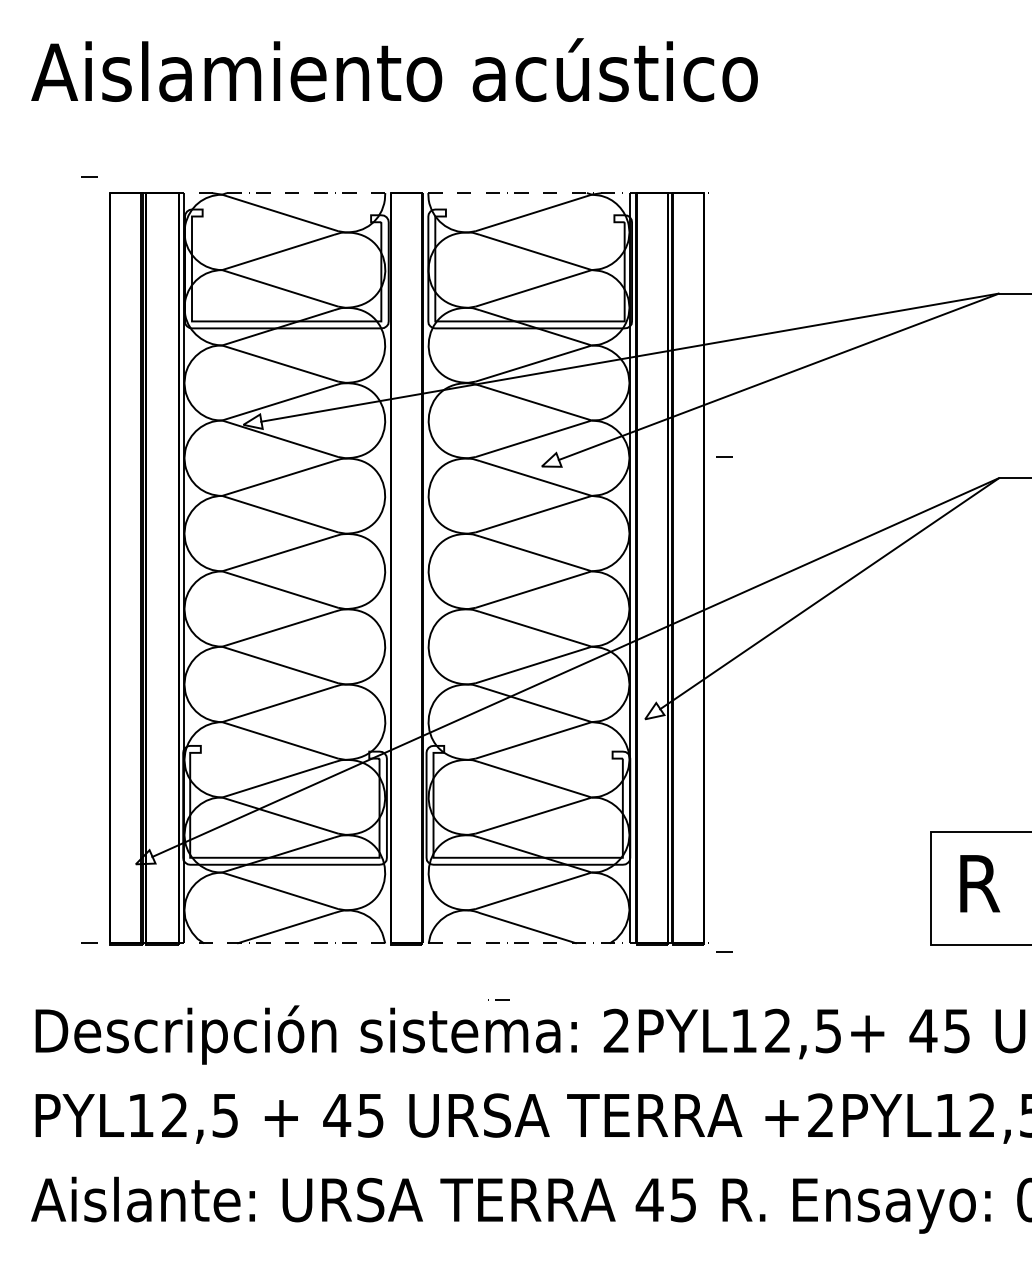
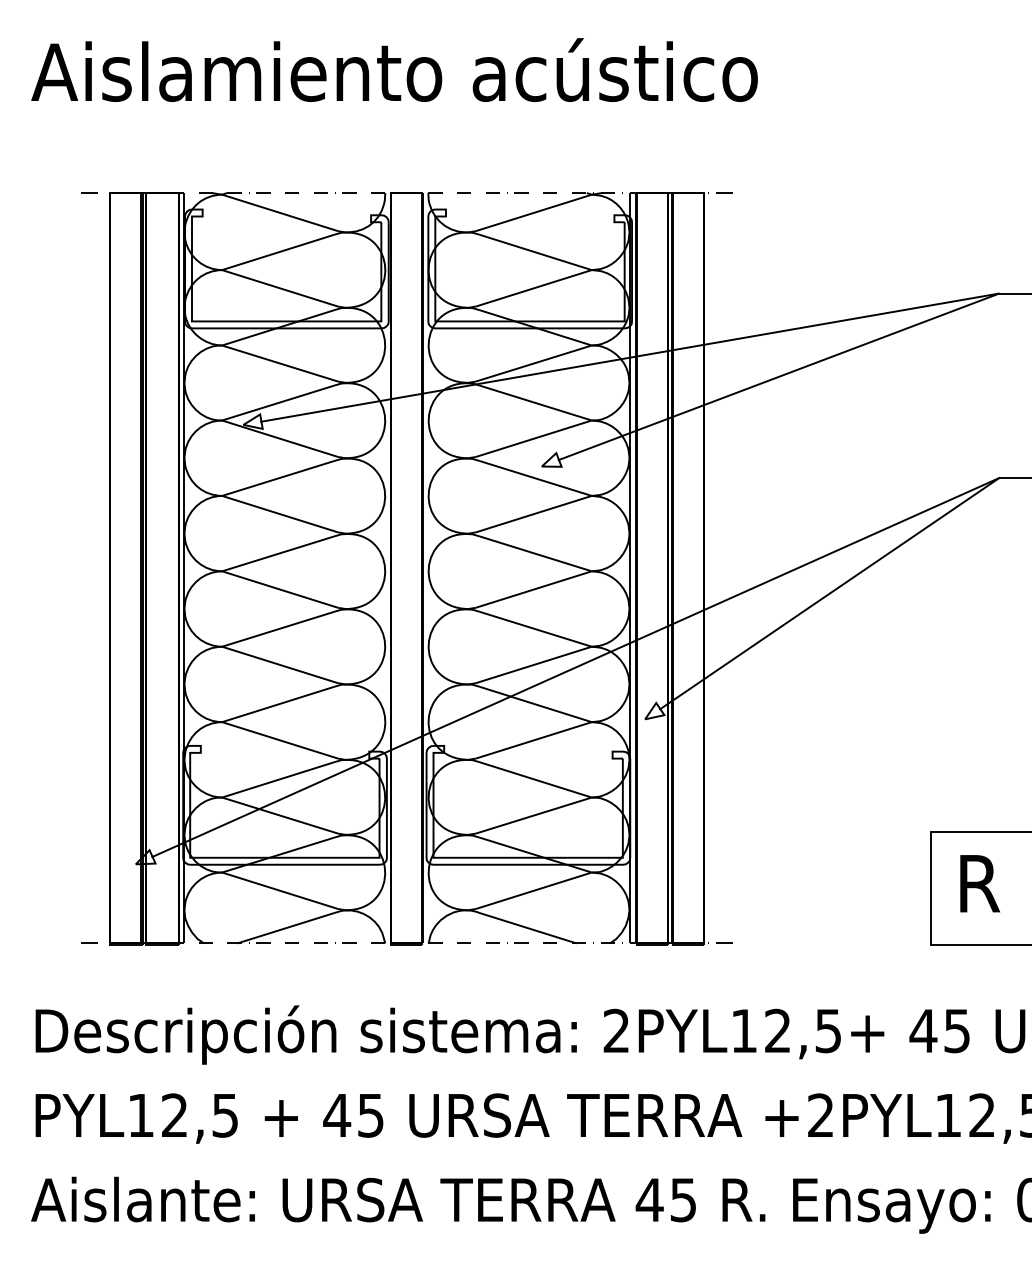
line at (89, 176) position: (89, 176) -> (89, 192)
line at (724, 456) position: (724, 456) -> (724, 192)
line at (724, 951) position: (724, 951) -> (724, 942)
line at (498, 999): present -> none
